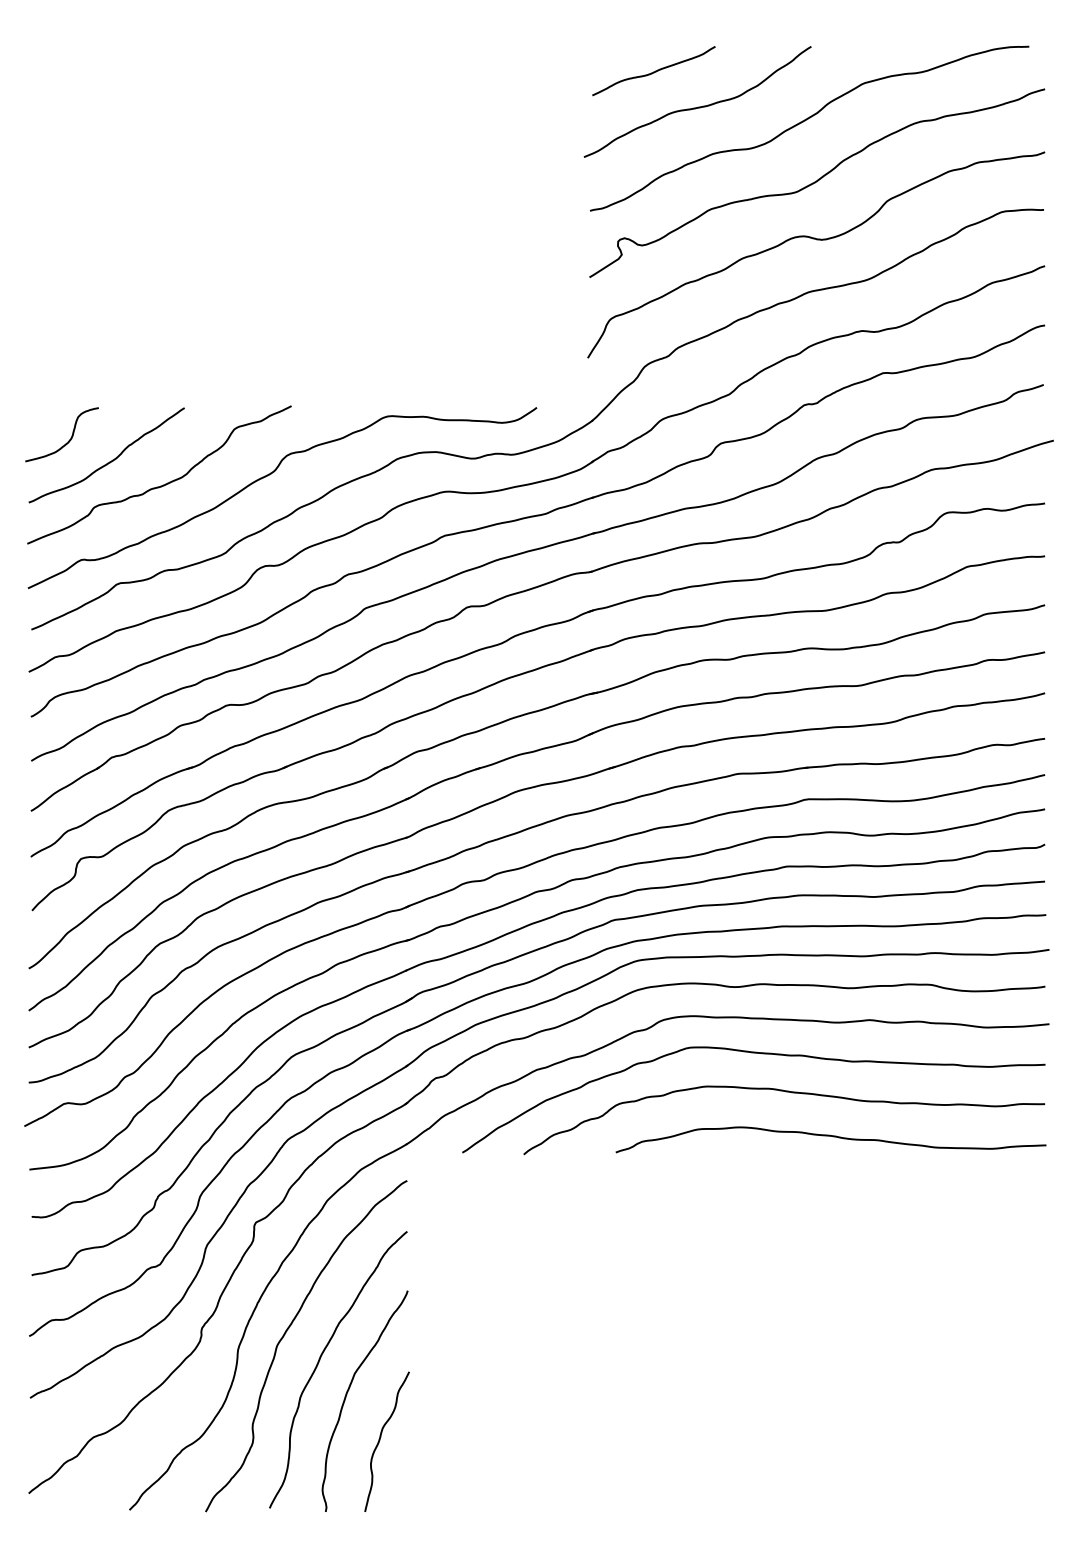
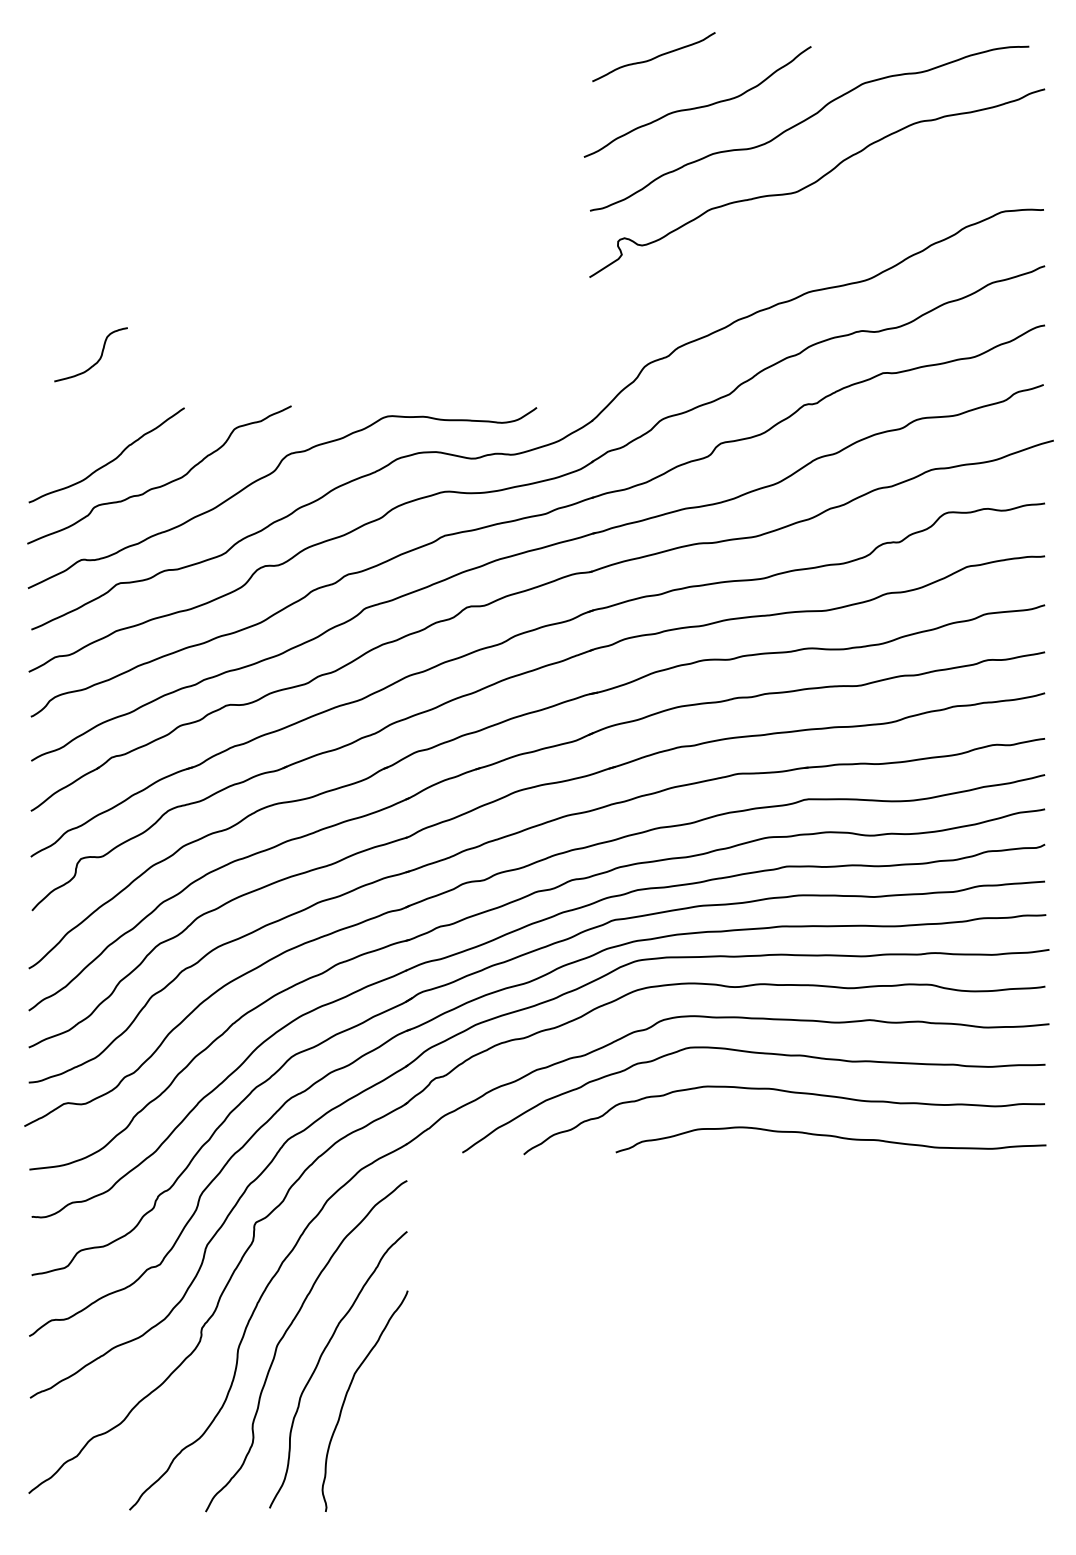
curve at (653, 71) position: (653, 71) -> (653, 57)
curve at (816, 240): present -> none
curve at (68, 440) position: (68, 440) -> (97, 360)
curve at (380, 1440): present -> none
